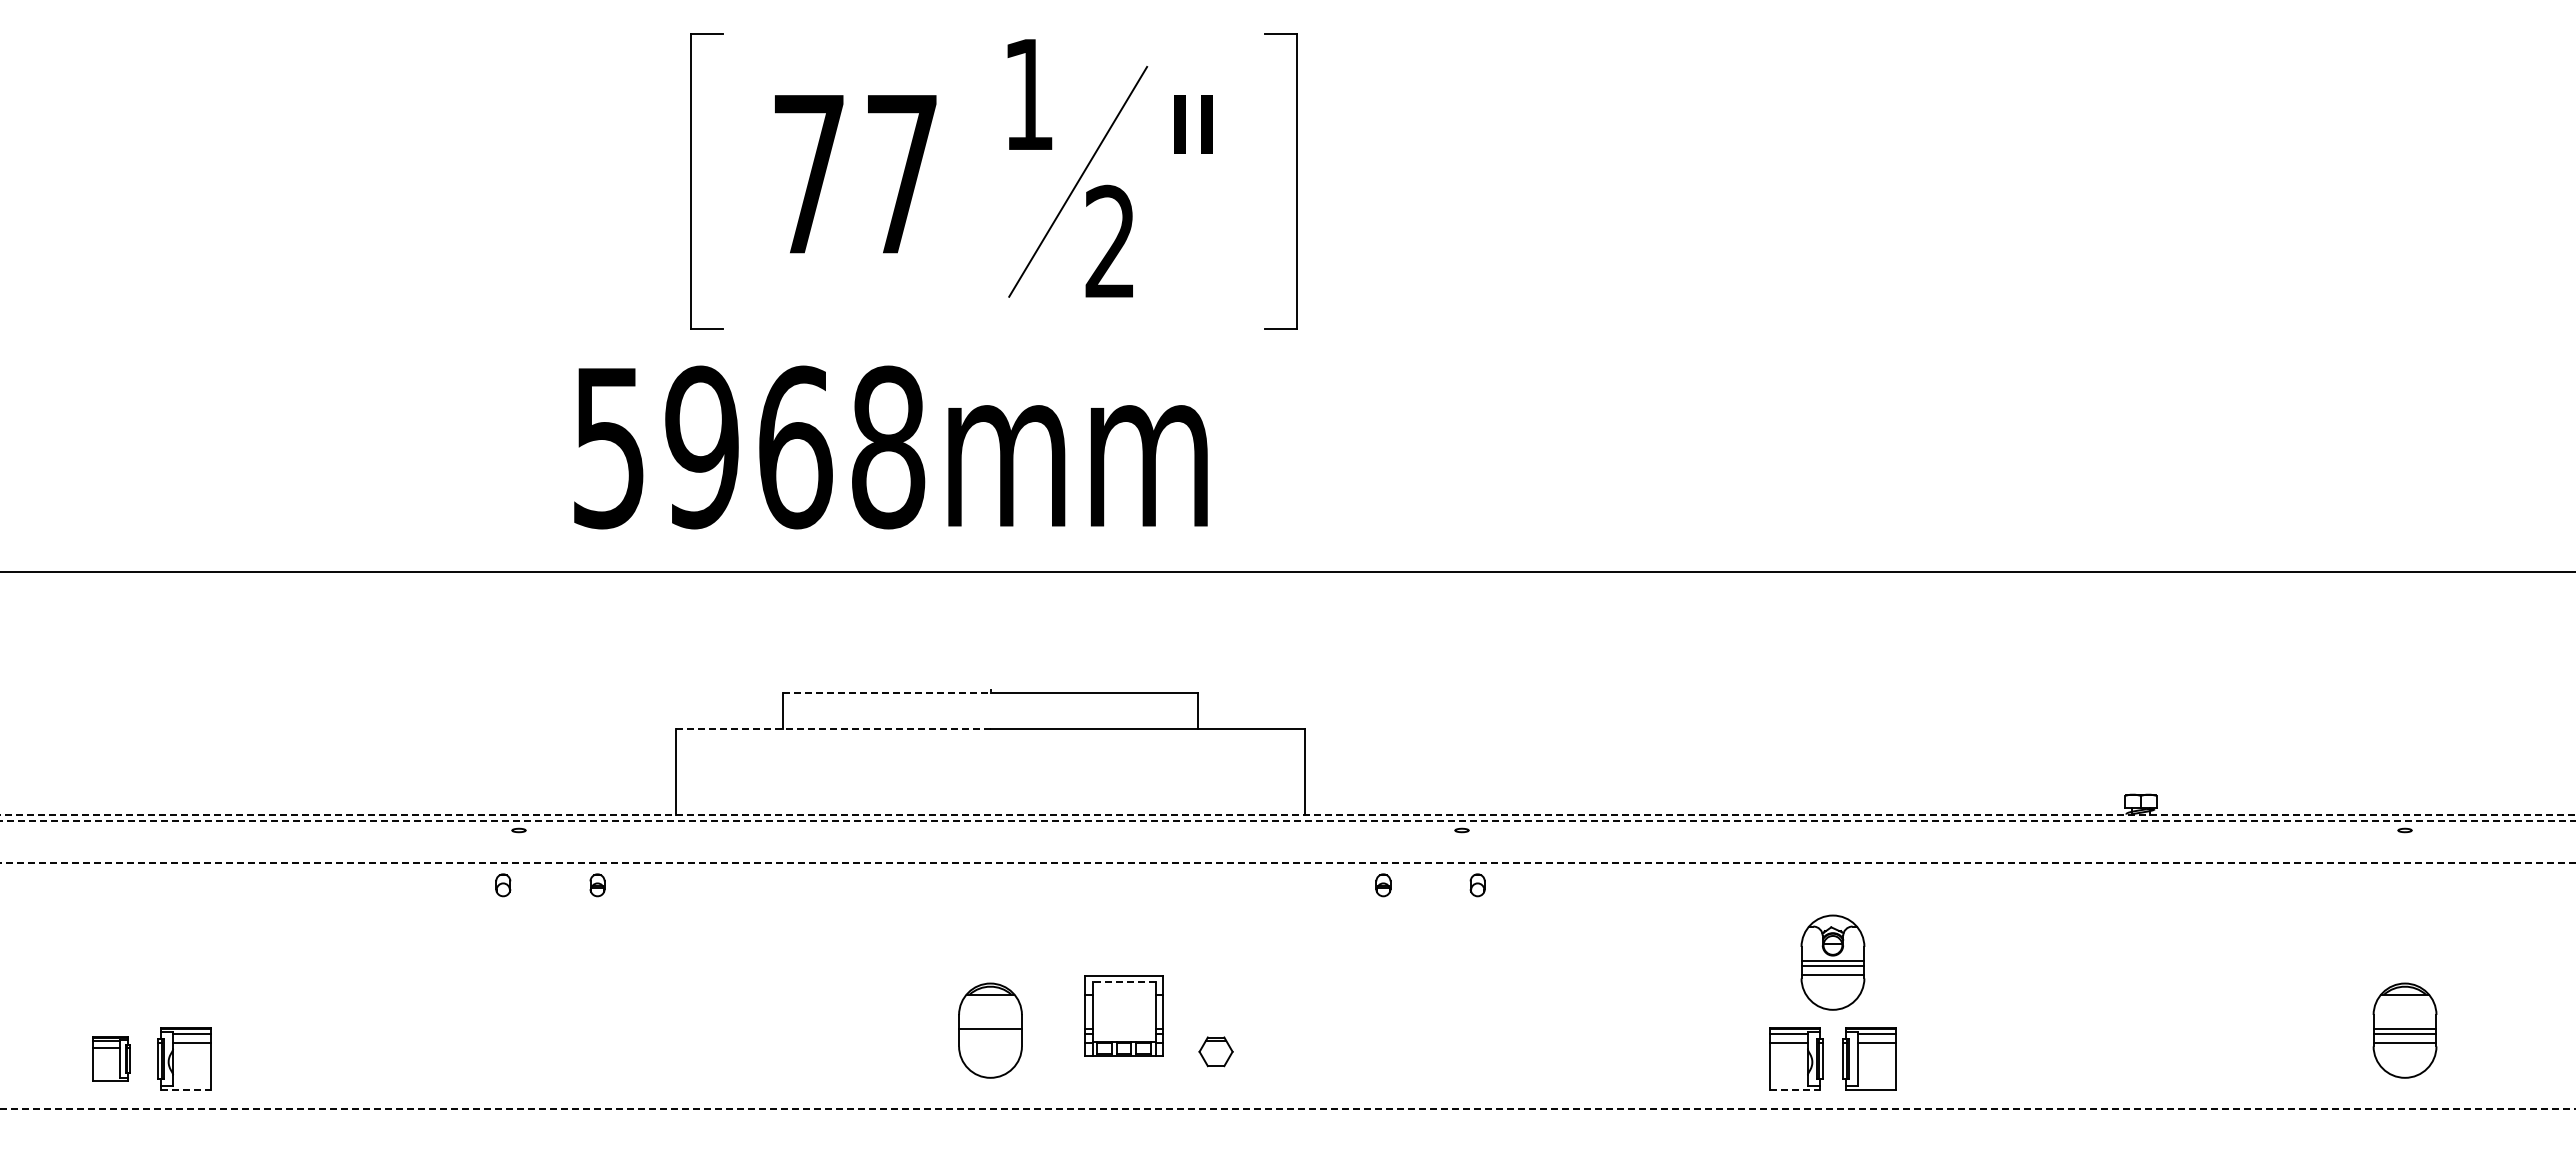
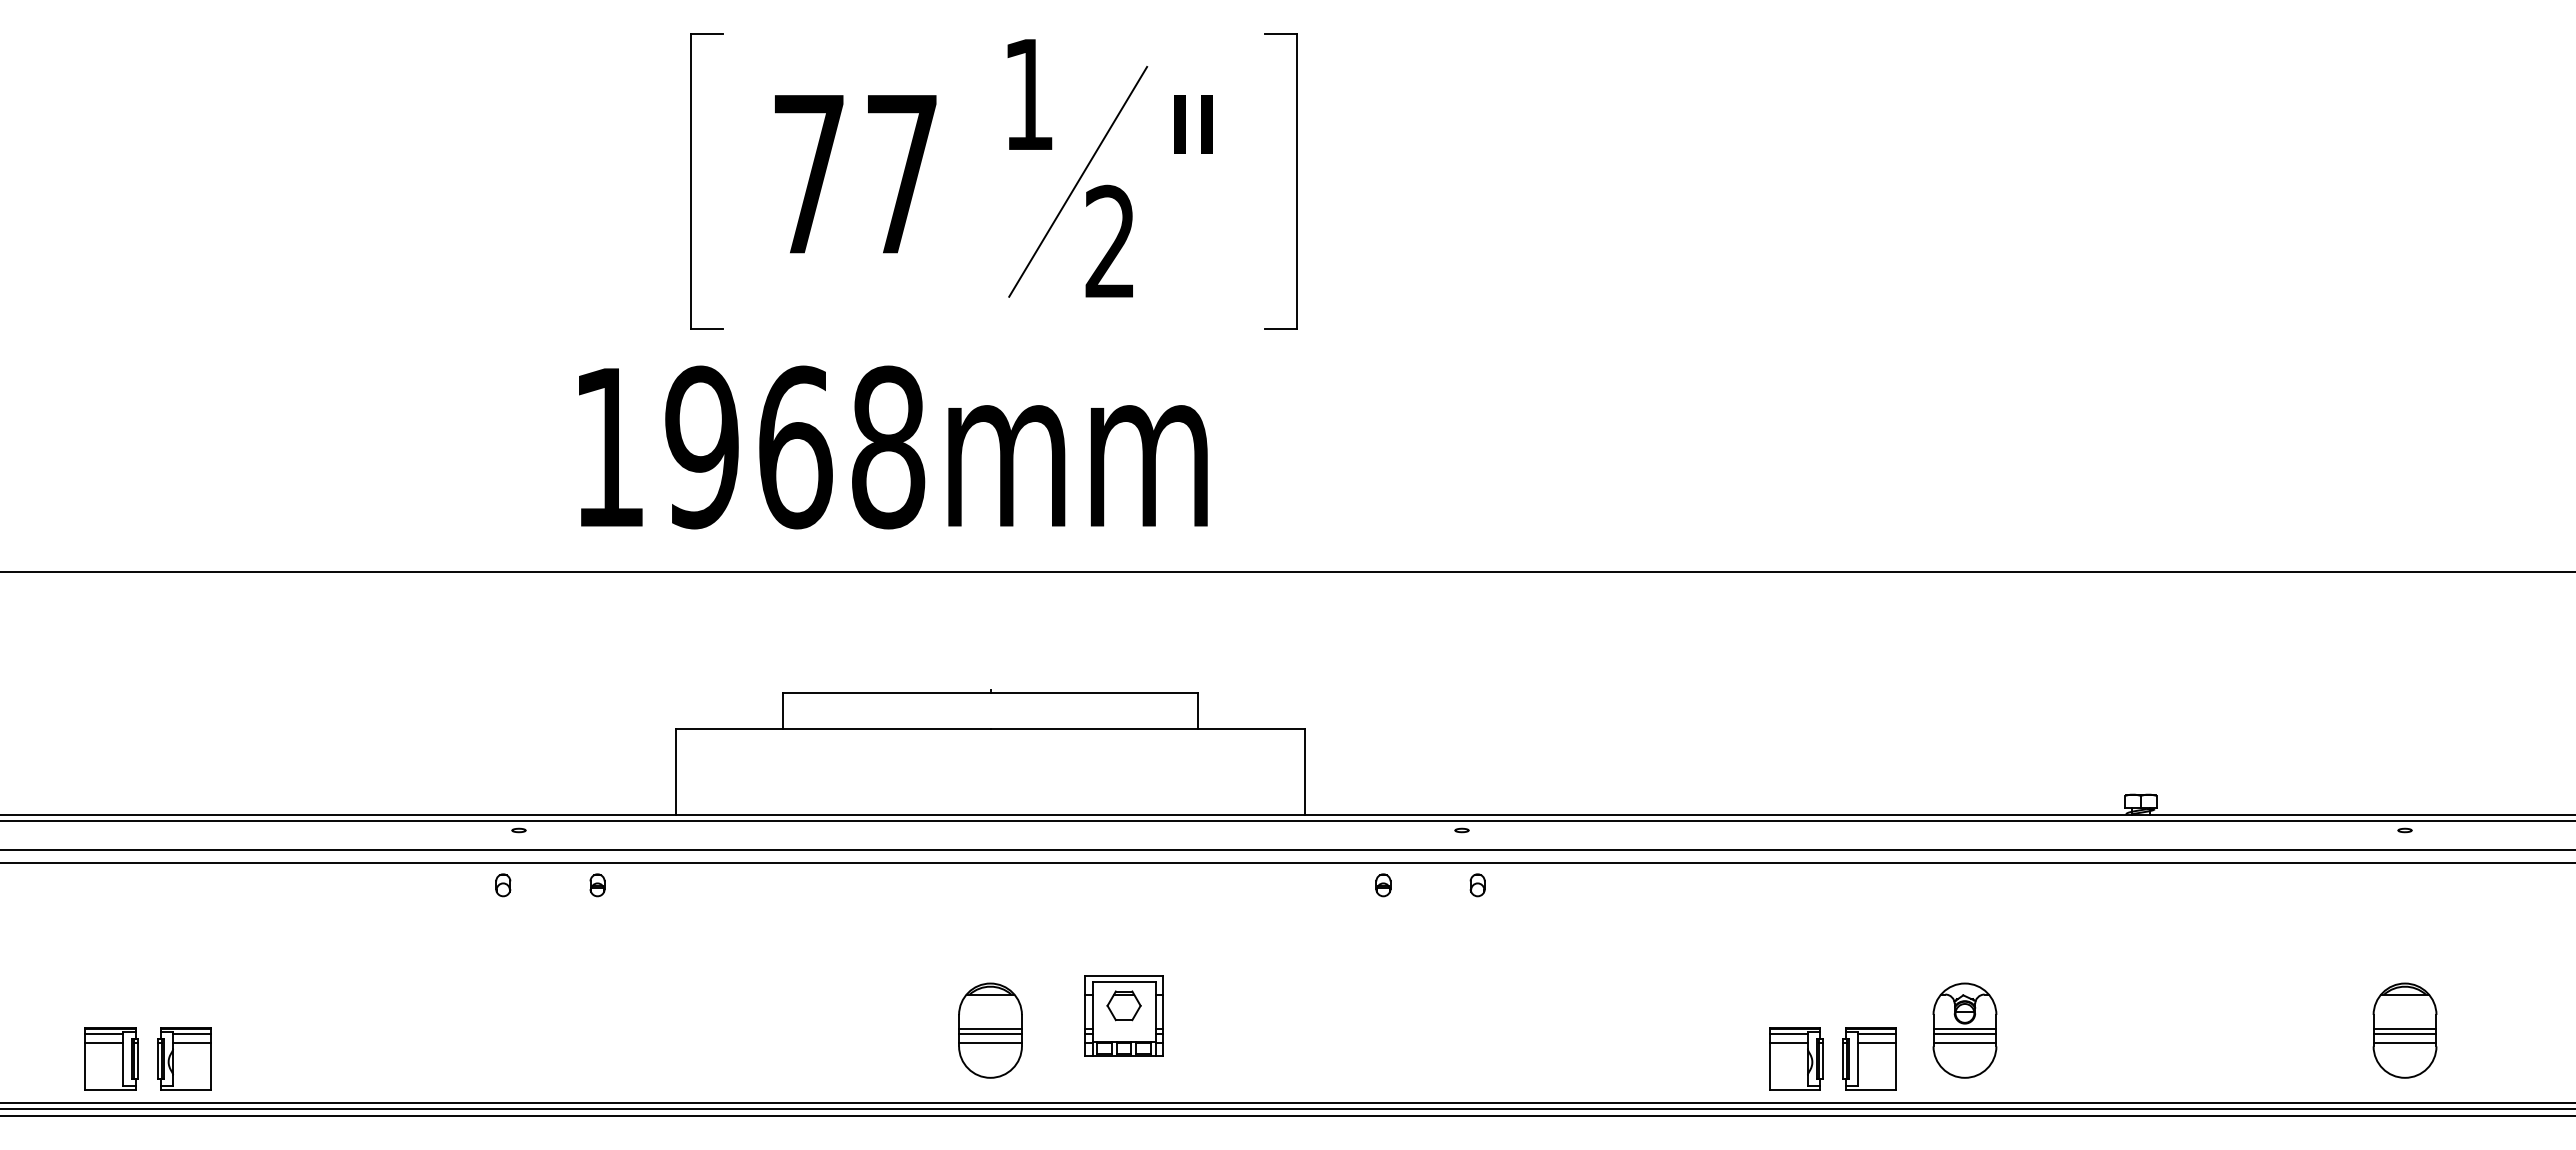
text at (608, 448): 5968mm -> 1968mm
line at (886, 692): dashed -> solid
line at (833, 728): dashed -> solid
line at (1288, 814): dashed -> solid
line at (1288, 820): dashed -> solid
line at (1287, 850): none -> present
line at (1287, 862): dashed -> solid
part at (1832, 962) position: (1832, 962) -> (1964, 1030)
line at (1123, 982): dashed -> solid
line at (990, 1033): none -> present
line at (990, 1043): none -> present
part at (1215, 1051) position: (1215, 1051) -> (1123, 1005)
part at (111, 1058) size: 39x46 px -> 55x64 px
line at (186, 1090): dashed -> solid
line at (1795, 1090): dashed -> solid
line at (1287, 1103): none -> present
line at (1288, 1109): dashed -> solid
line at (1287, 1115): none -> present
